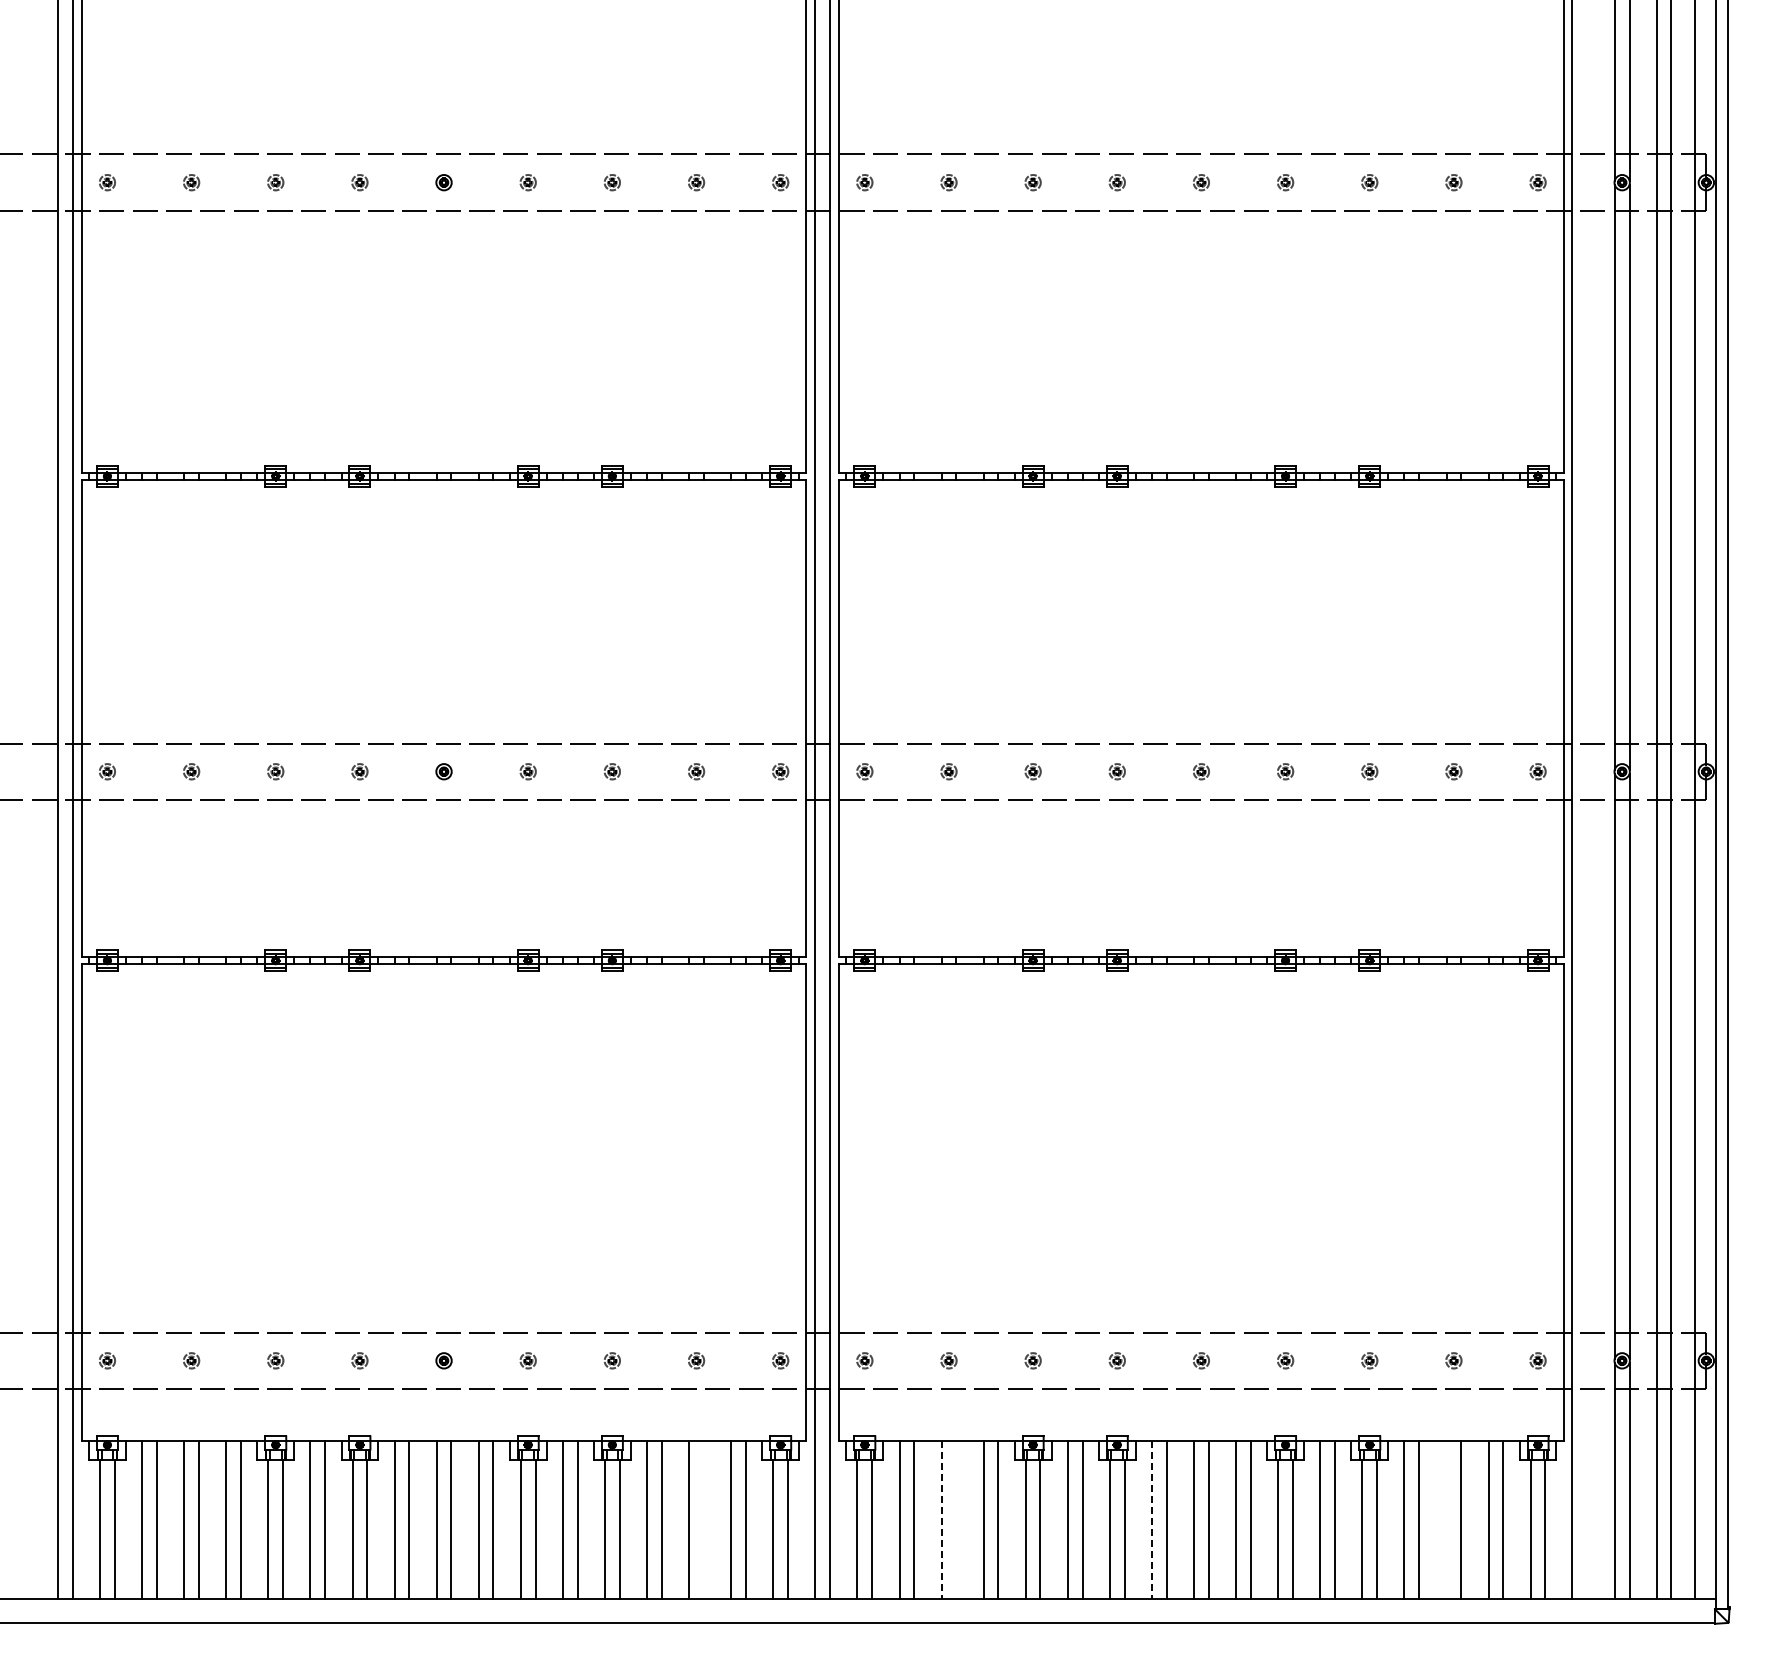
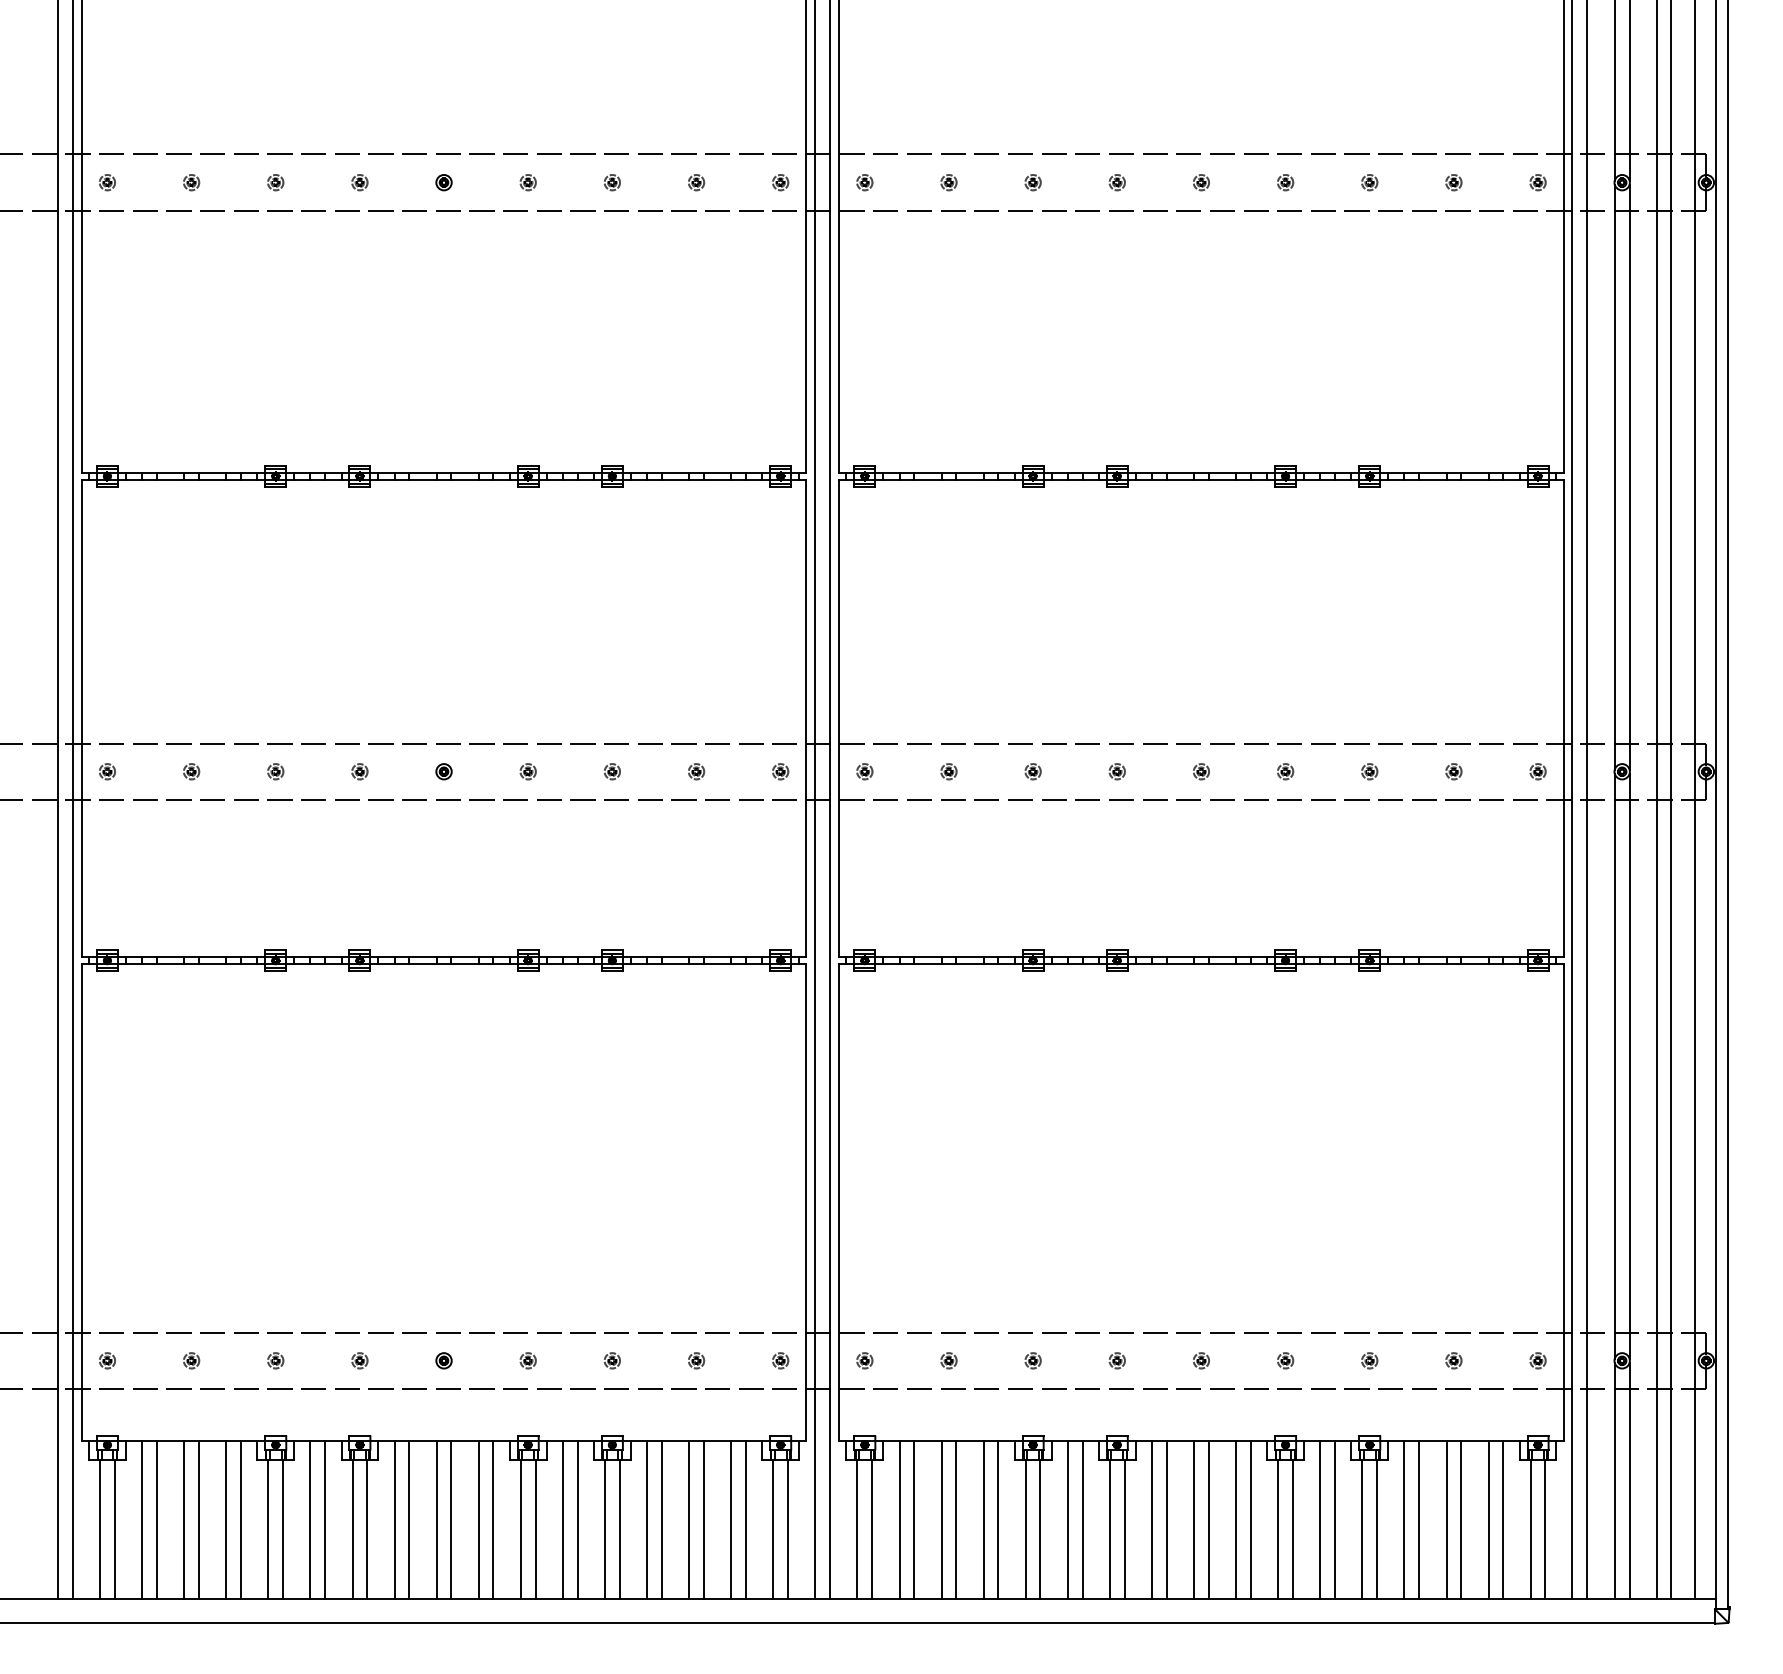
line at (1587, 800): none -> present
line at (703, 1519): none -> present
line at (956, 1519): none -> present
line at (1446, 1519): none -> present
line at (941, 1520): dashed -> solid
line at (1151, 1520): dashed -> solid
